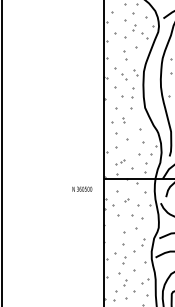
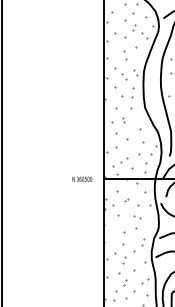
part at (120, 162) size: 11x7 px -> 17x11 px
text at (82, 188) position: (82, 188) -> (82, 178)
part at (137, 216) size: 13x6 px -> 9x5 px
